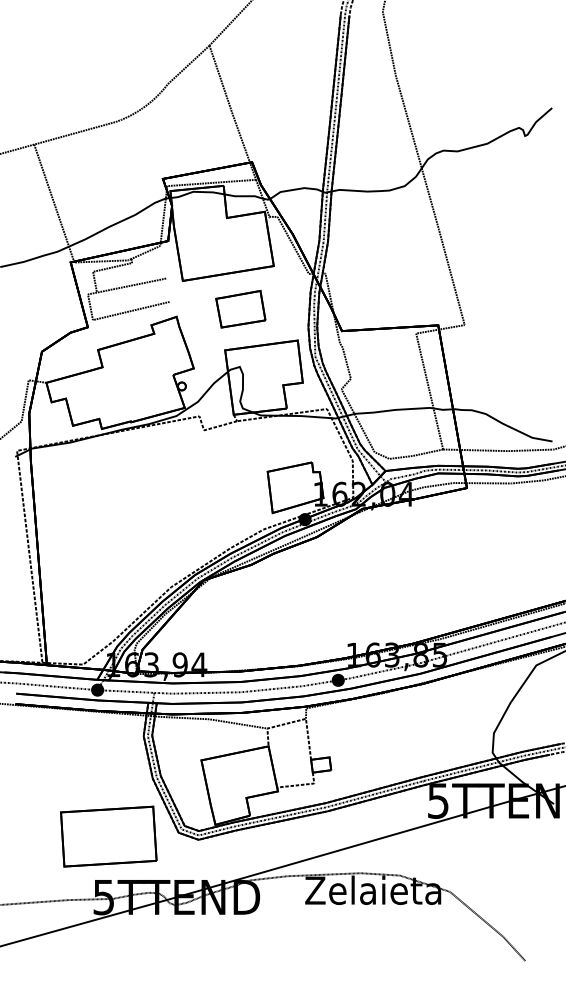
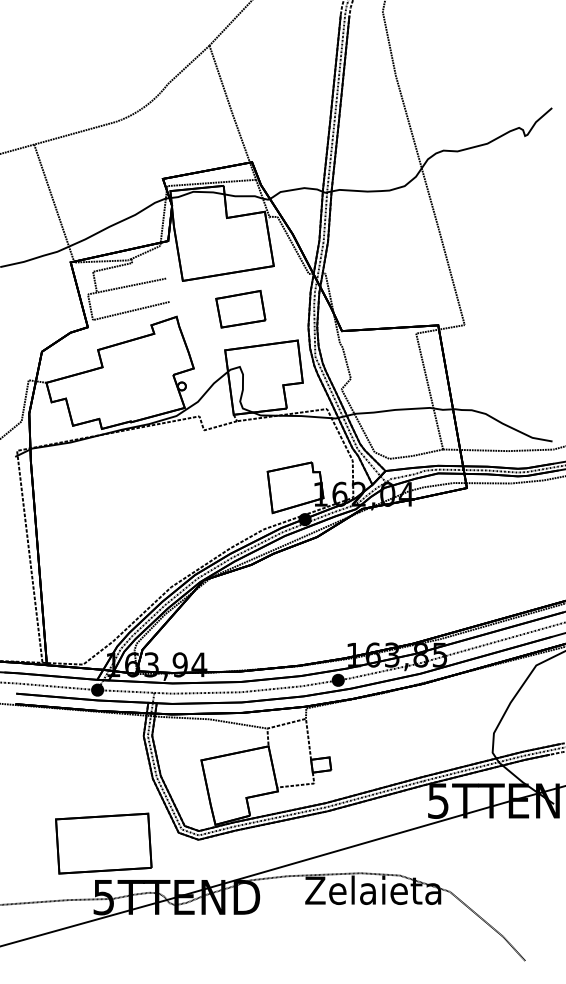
part at (108, 836) position: (108, 836) -> (103, 843)
